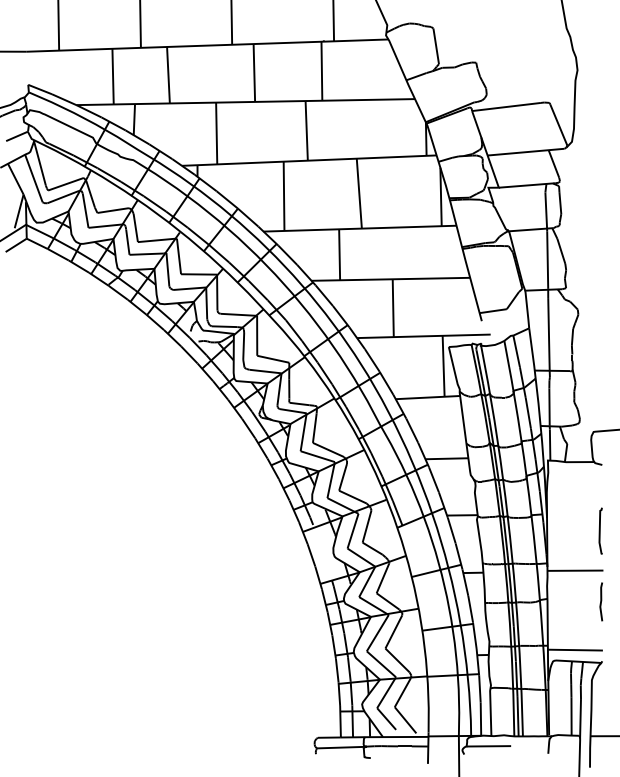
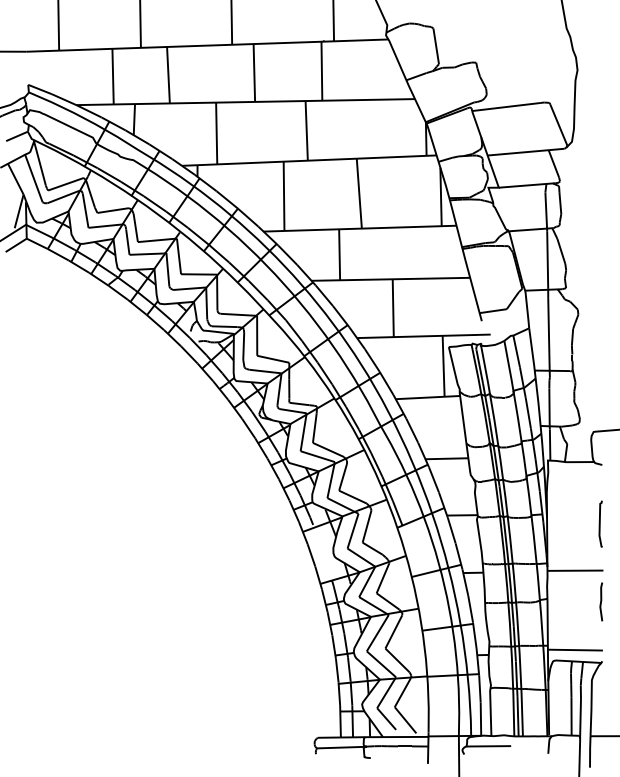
curve at (600, 530) position: (600, 530) -> (600, 523)
